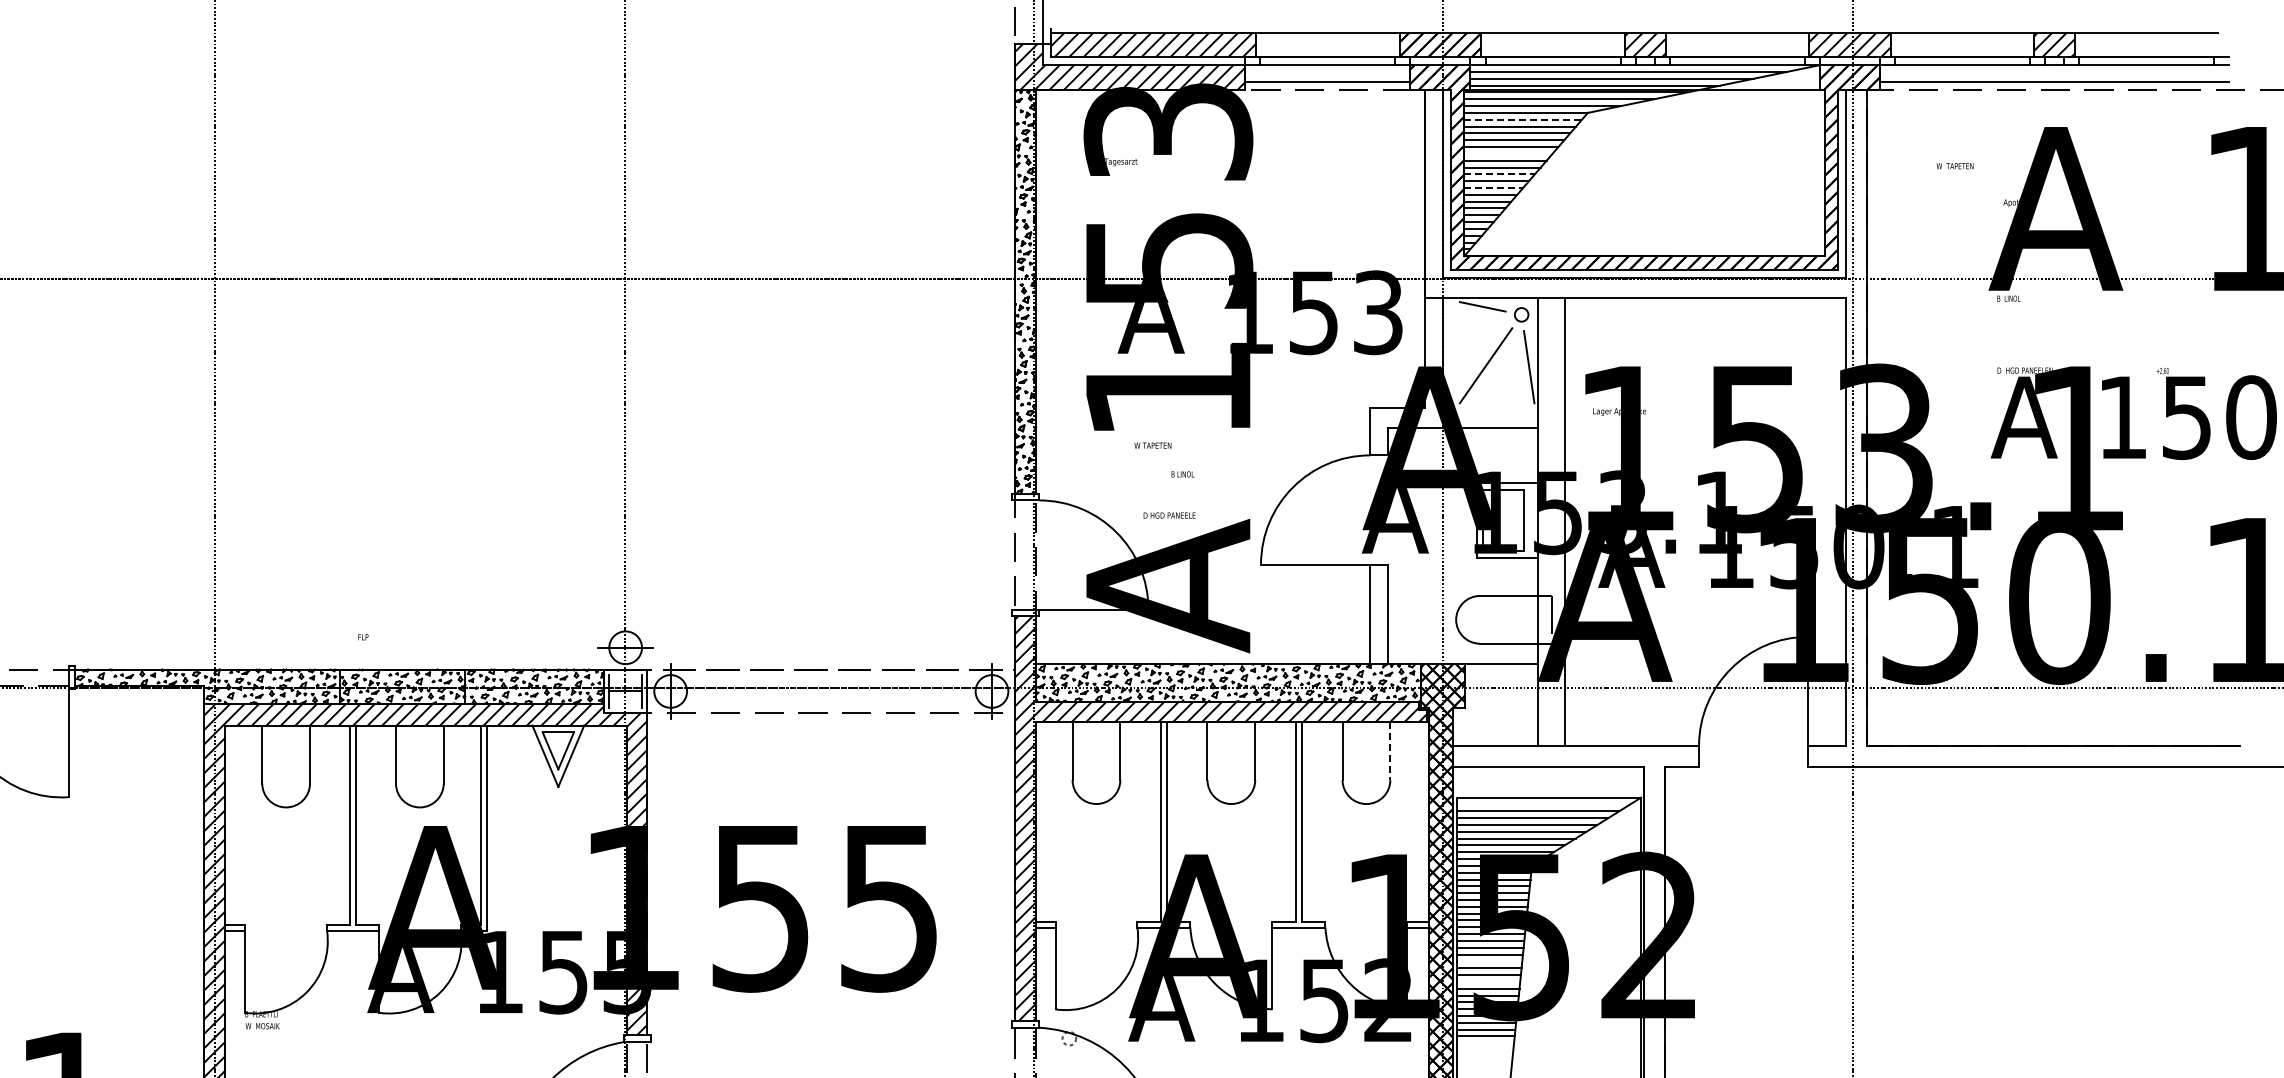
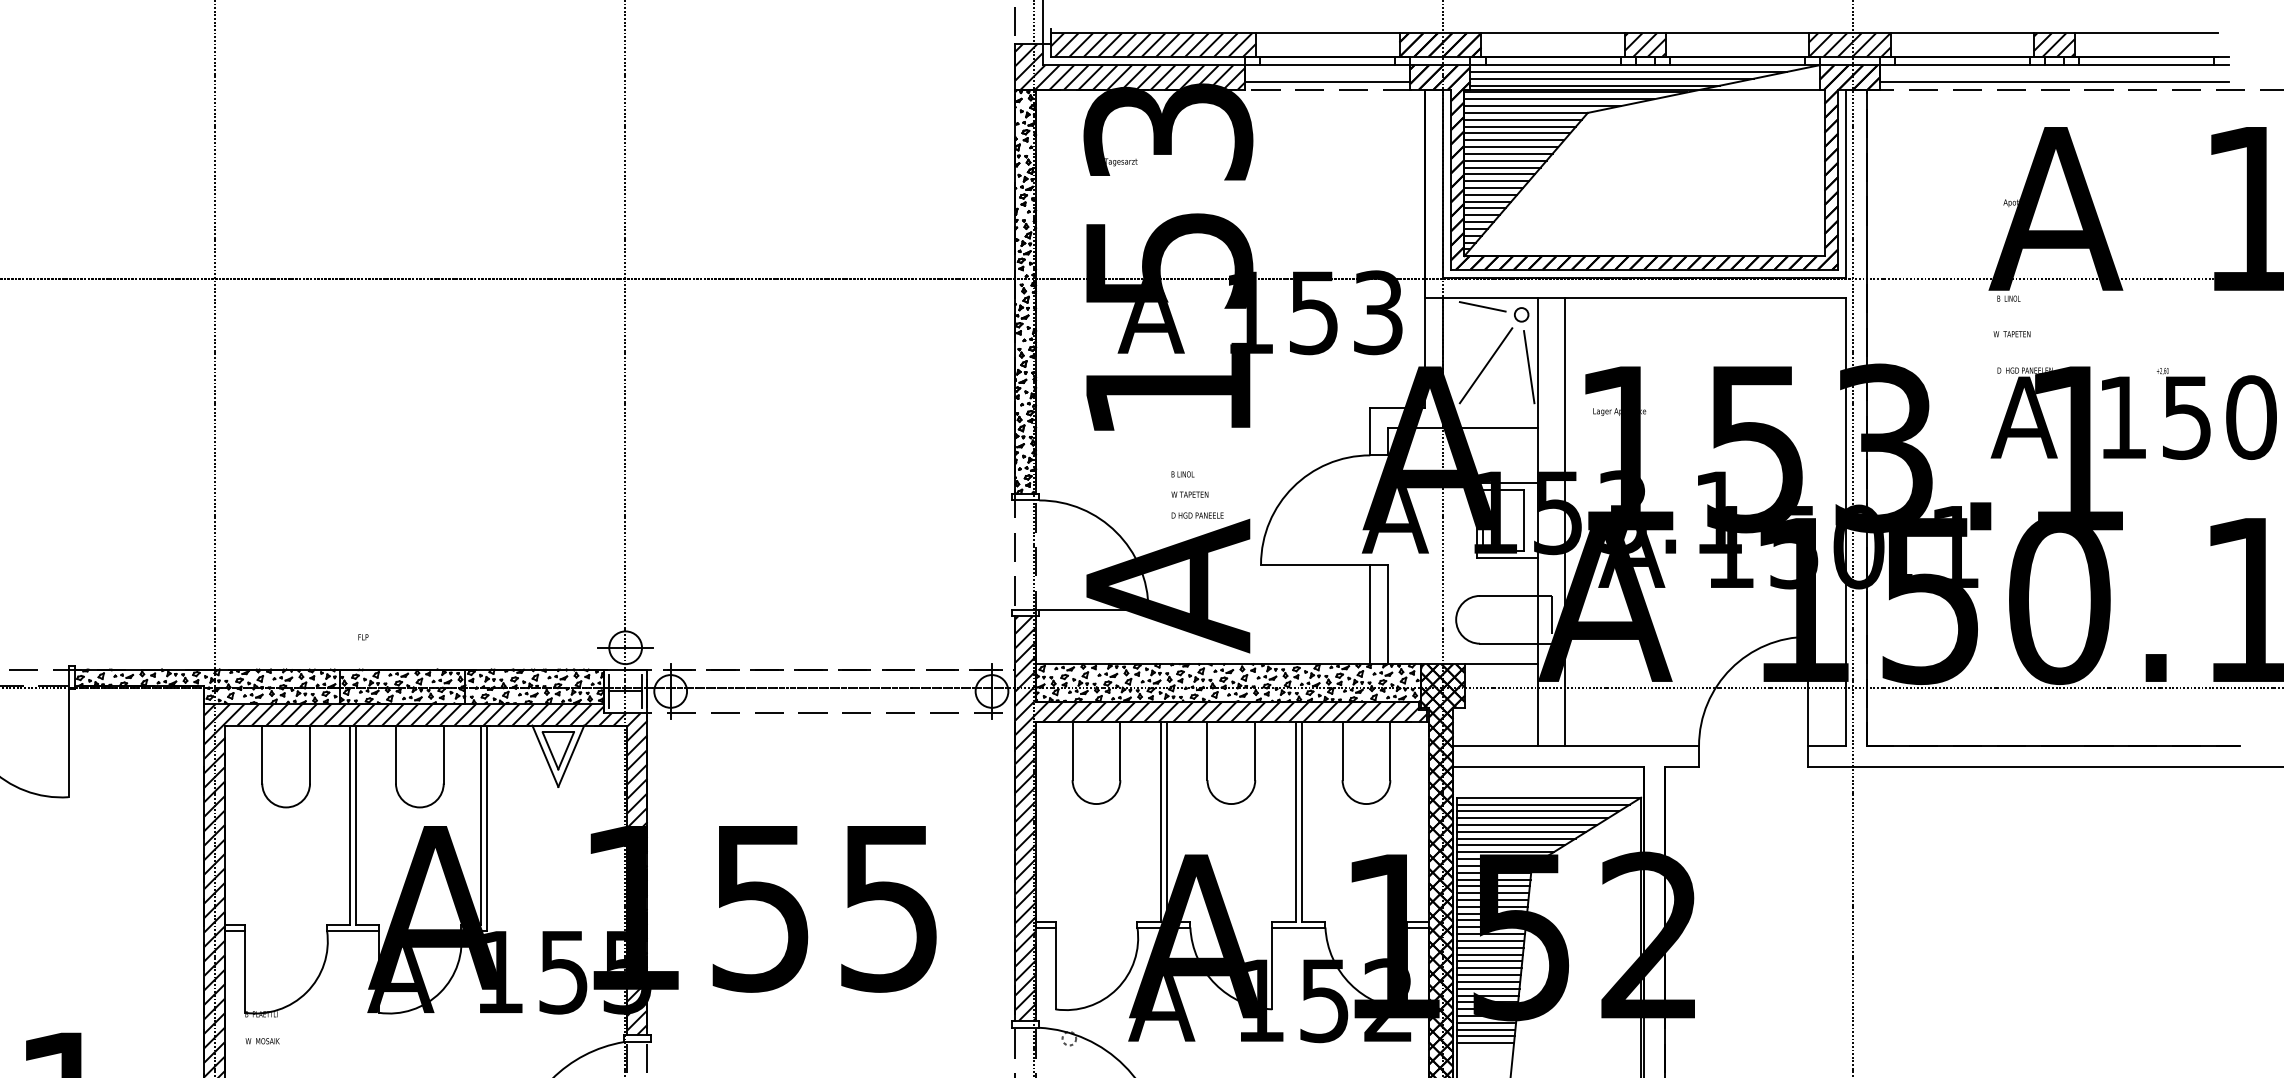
line at (1523, 119): dashed -> solid
line at (1508, 153): none -> present
text at (1954, 166) position: (1954, 166) -> (2011, 334)
line at (1500, 174): dashed -> solid
line at (1494, 187): dashed -> solid
text at (1152, 445) position: (1152, 445) -> (1189, 494)
text at (1169, 515) position: (1169, 515) -> (1197, 515)
line at (1390, 751): dashed -> solid
line at (1543, 804): none -> present
line at (1489, 961): none -> present
line at (1488, 981): none -> present
text at (262, 1026) position: (262, 1026) -> (262, 1041)
line at (1485, 1043): none -> present
